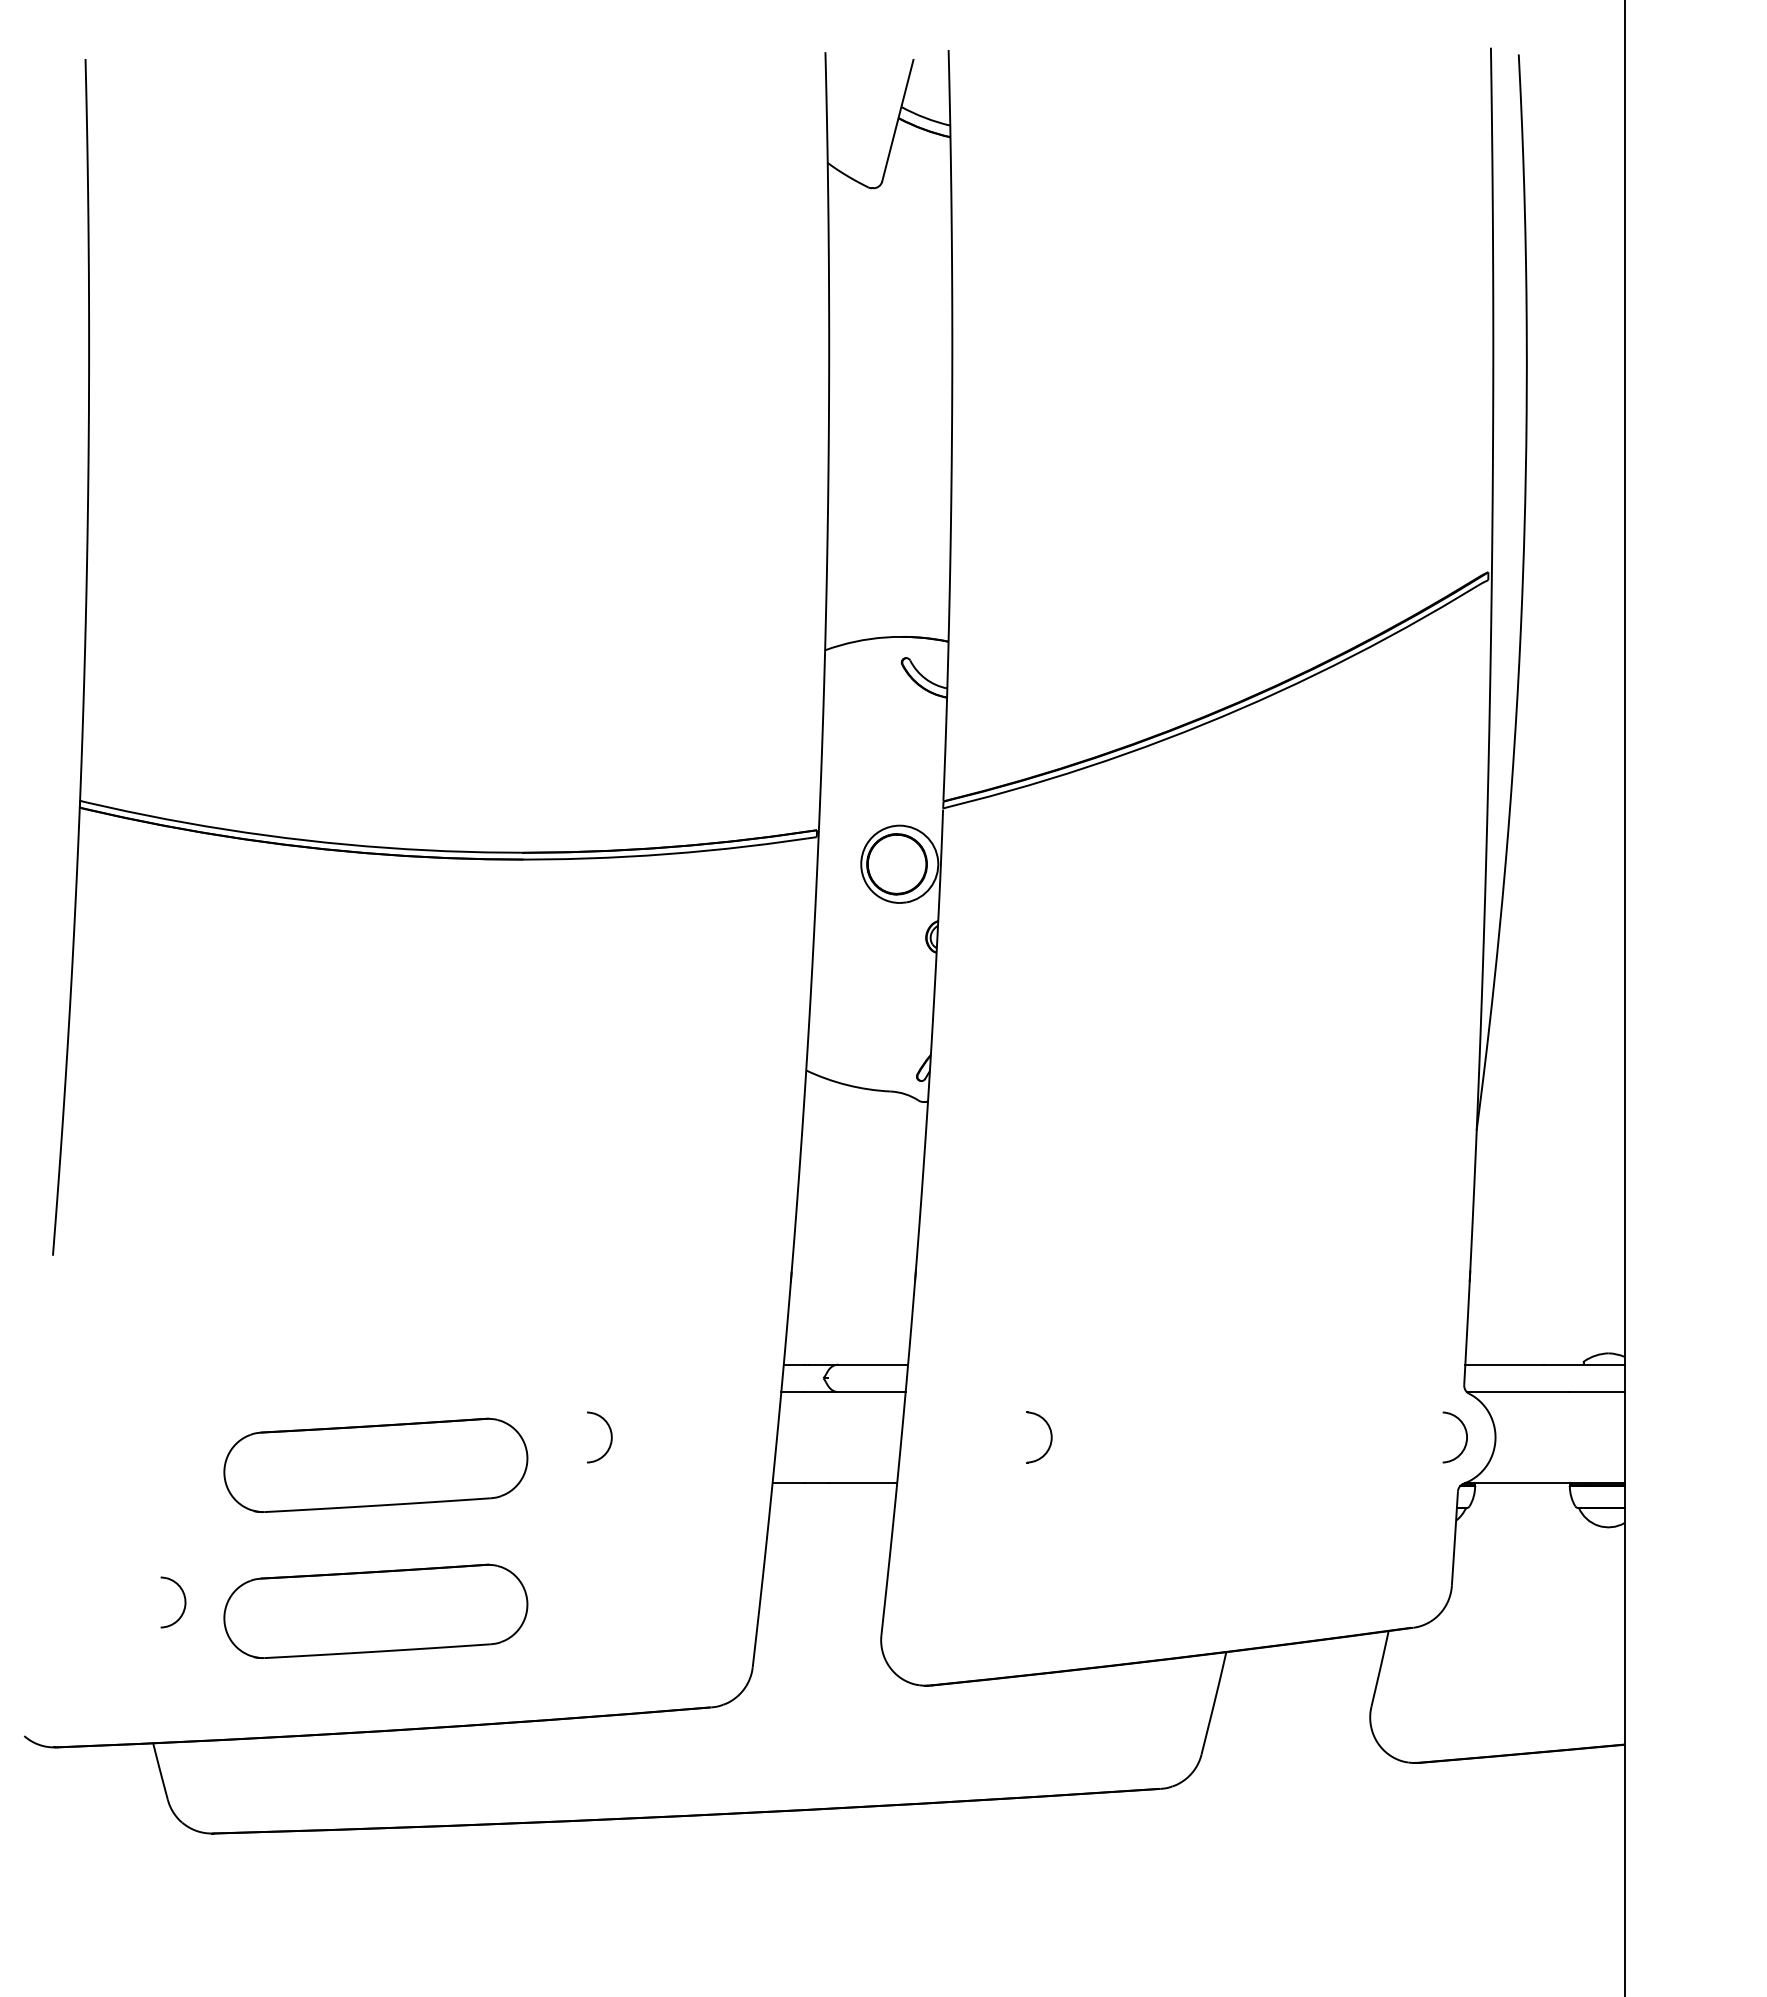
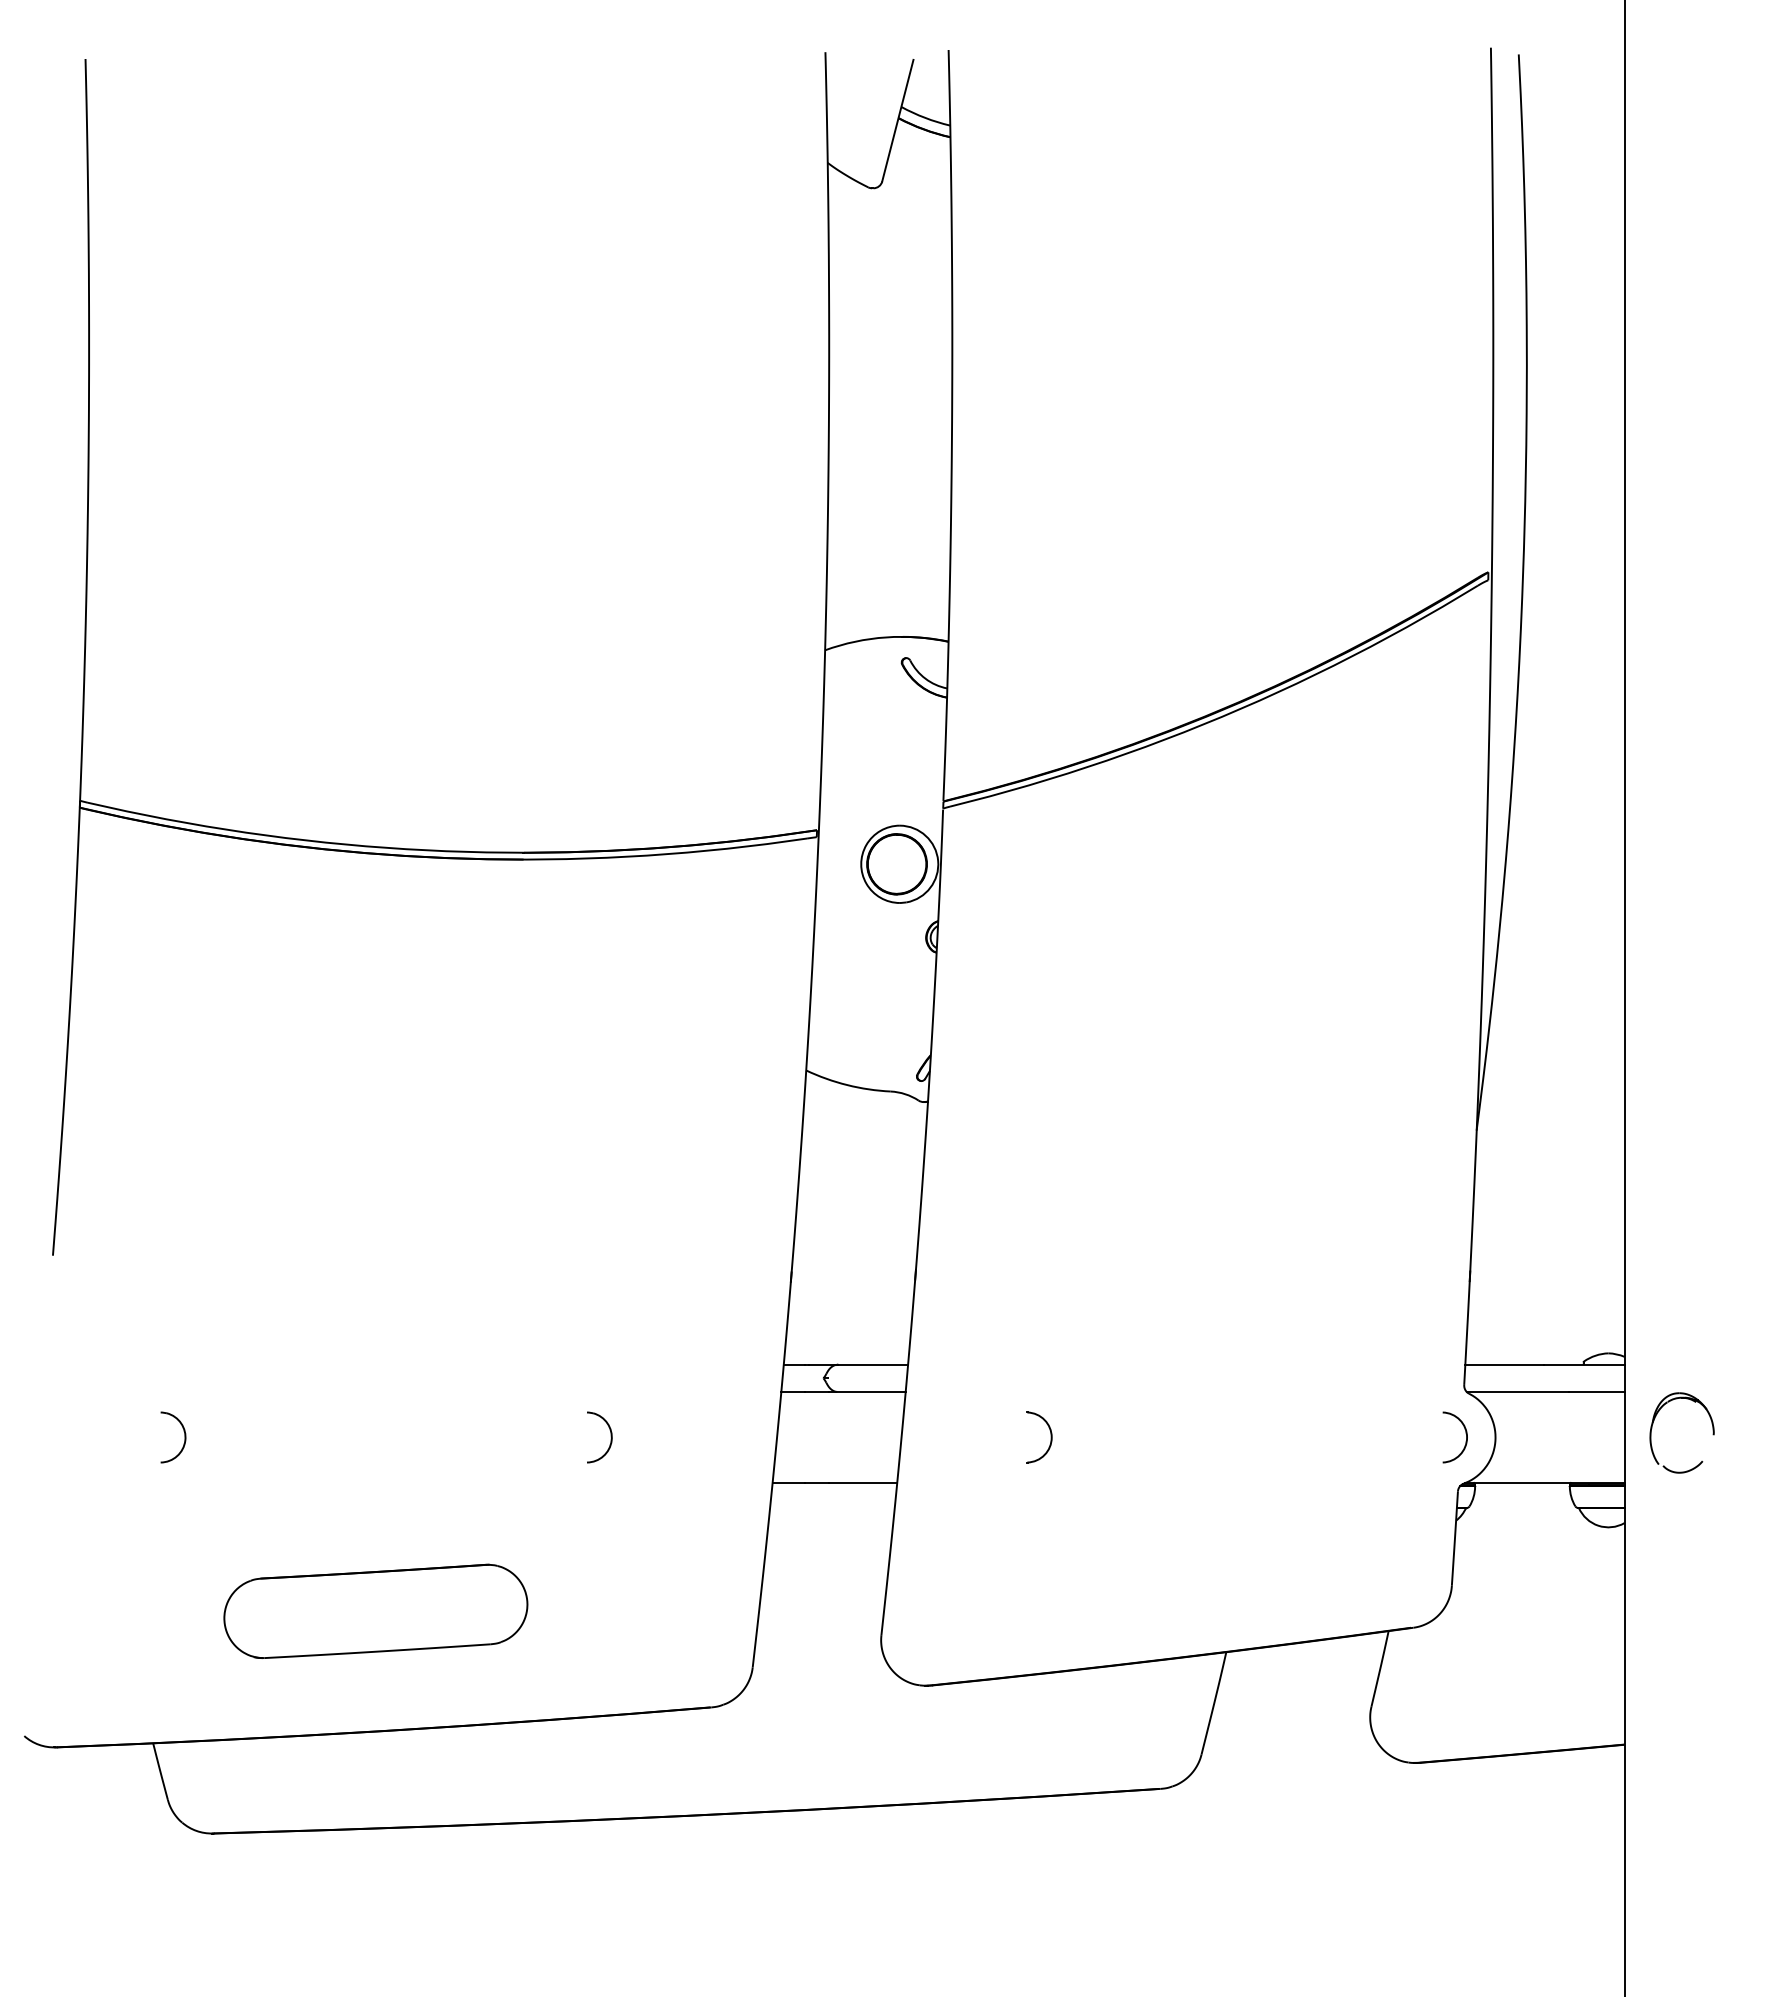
part at (1653, 1424): none -> present
part at (375, 1464): present -> none
part at (184, 1602) position: (184, 1602) -> (184, 1437)
